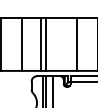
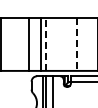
line at (21, 43) position: (21, 43) -> (28, 43)
line at (45, 43): solid -> dashed
line at (76, 44): solid -> dashed
